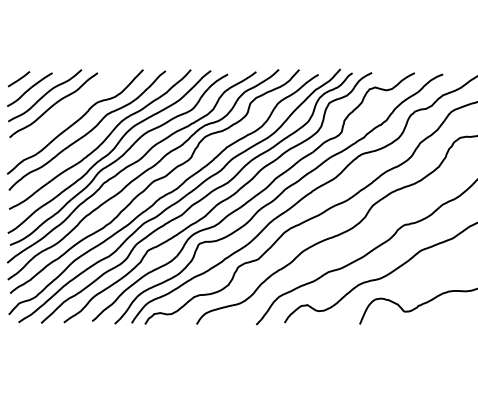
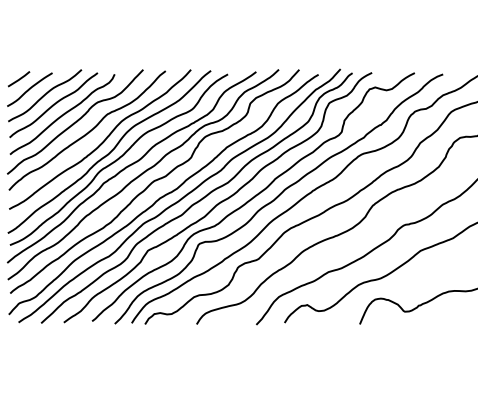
curve at (62, 114): none -> present
